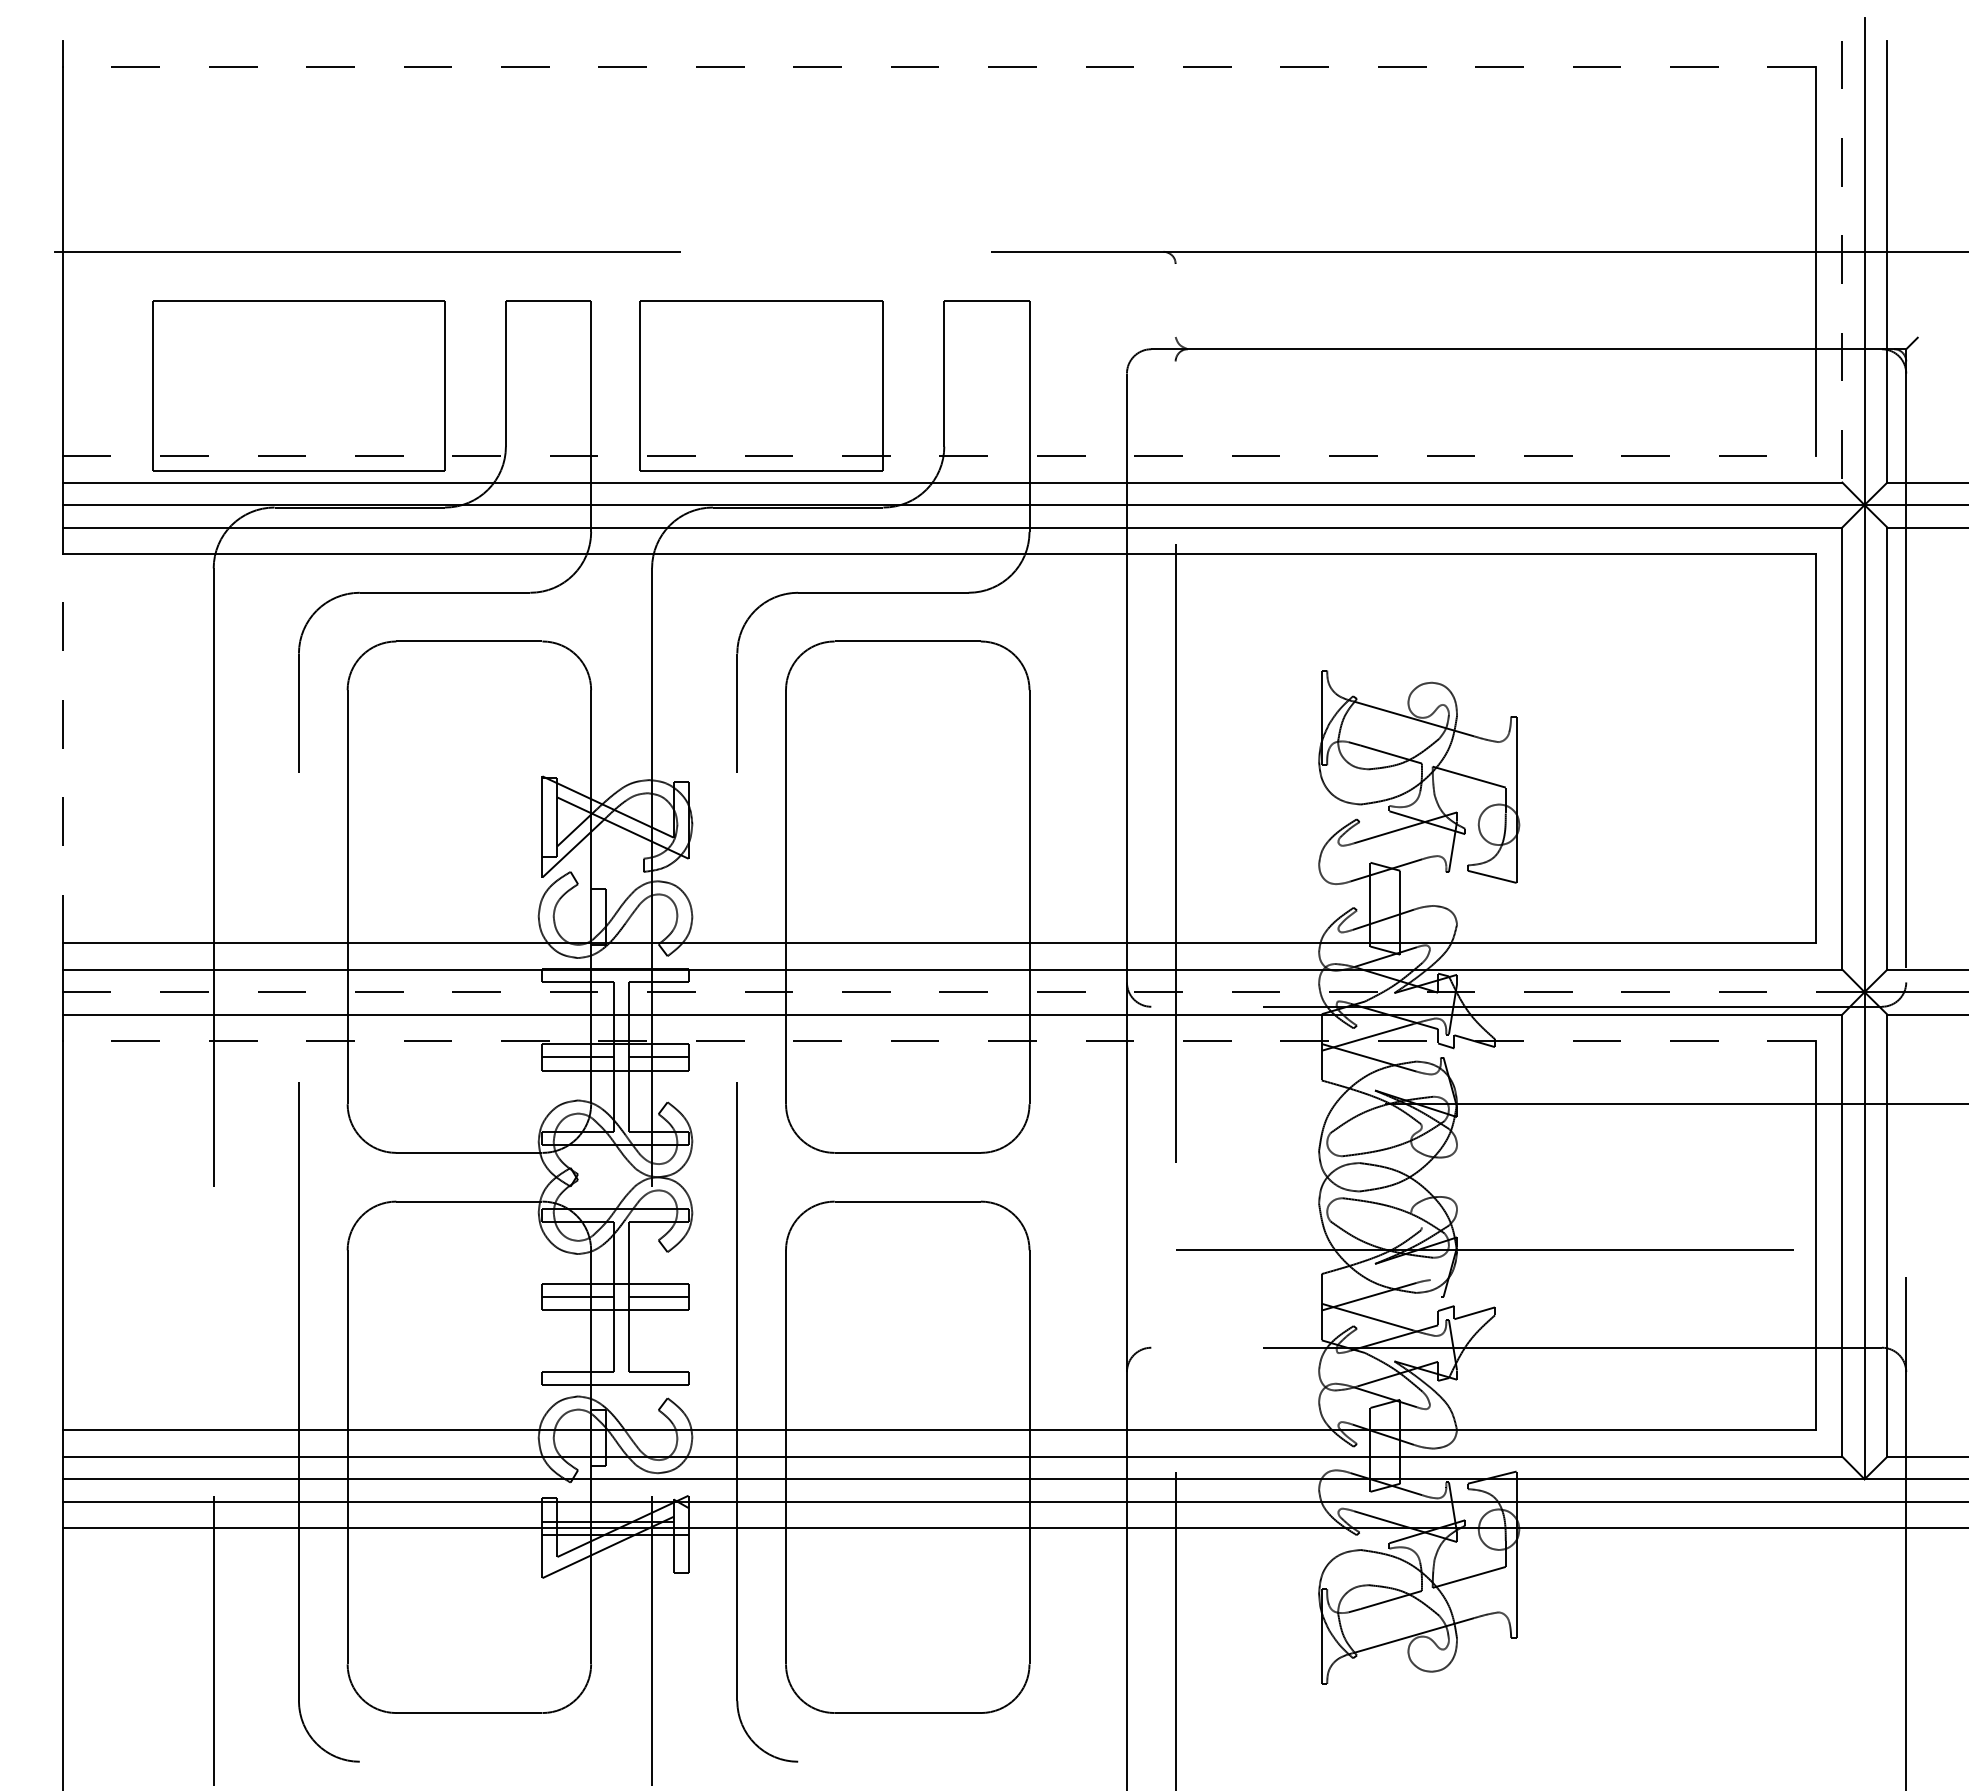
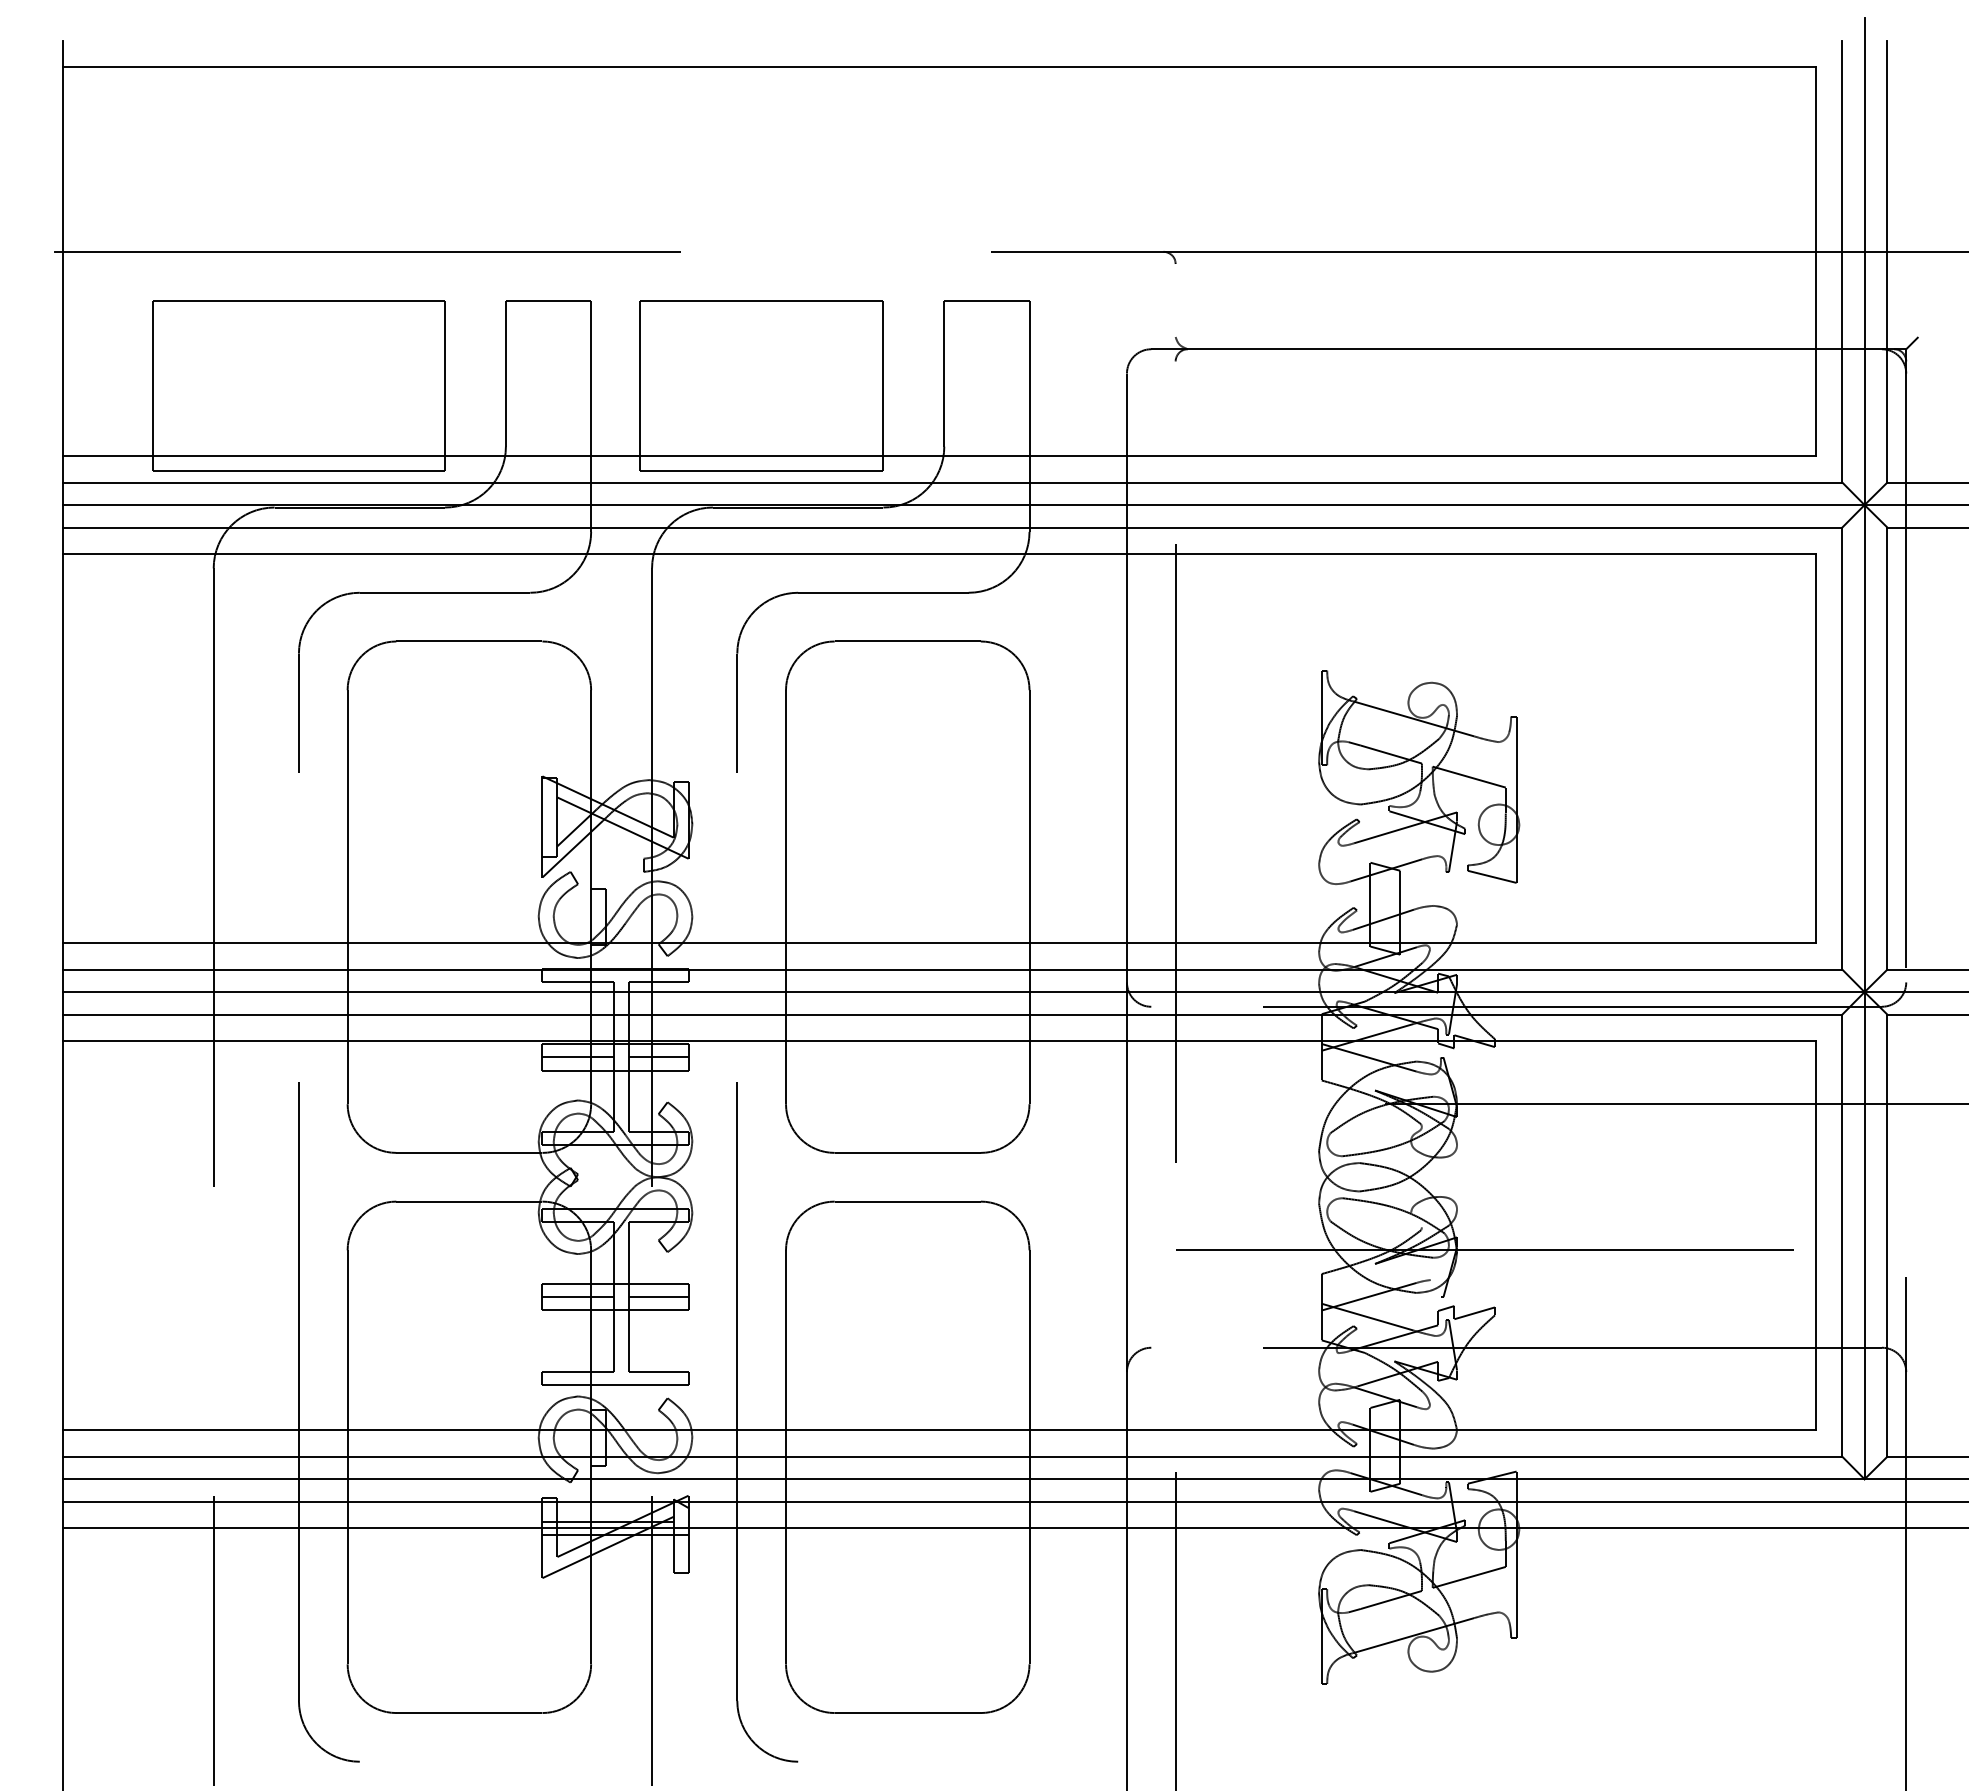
line at (939, 66): dashed -> solid
line at (1842, 262): dashed -> solid
line at (939, 456): dashed -> solid
line at (62, 748): dashed -> solid
line at (963, 992): dashed -> solid
line at (939, 1040): dashed -> solid
